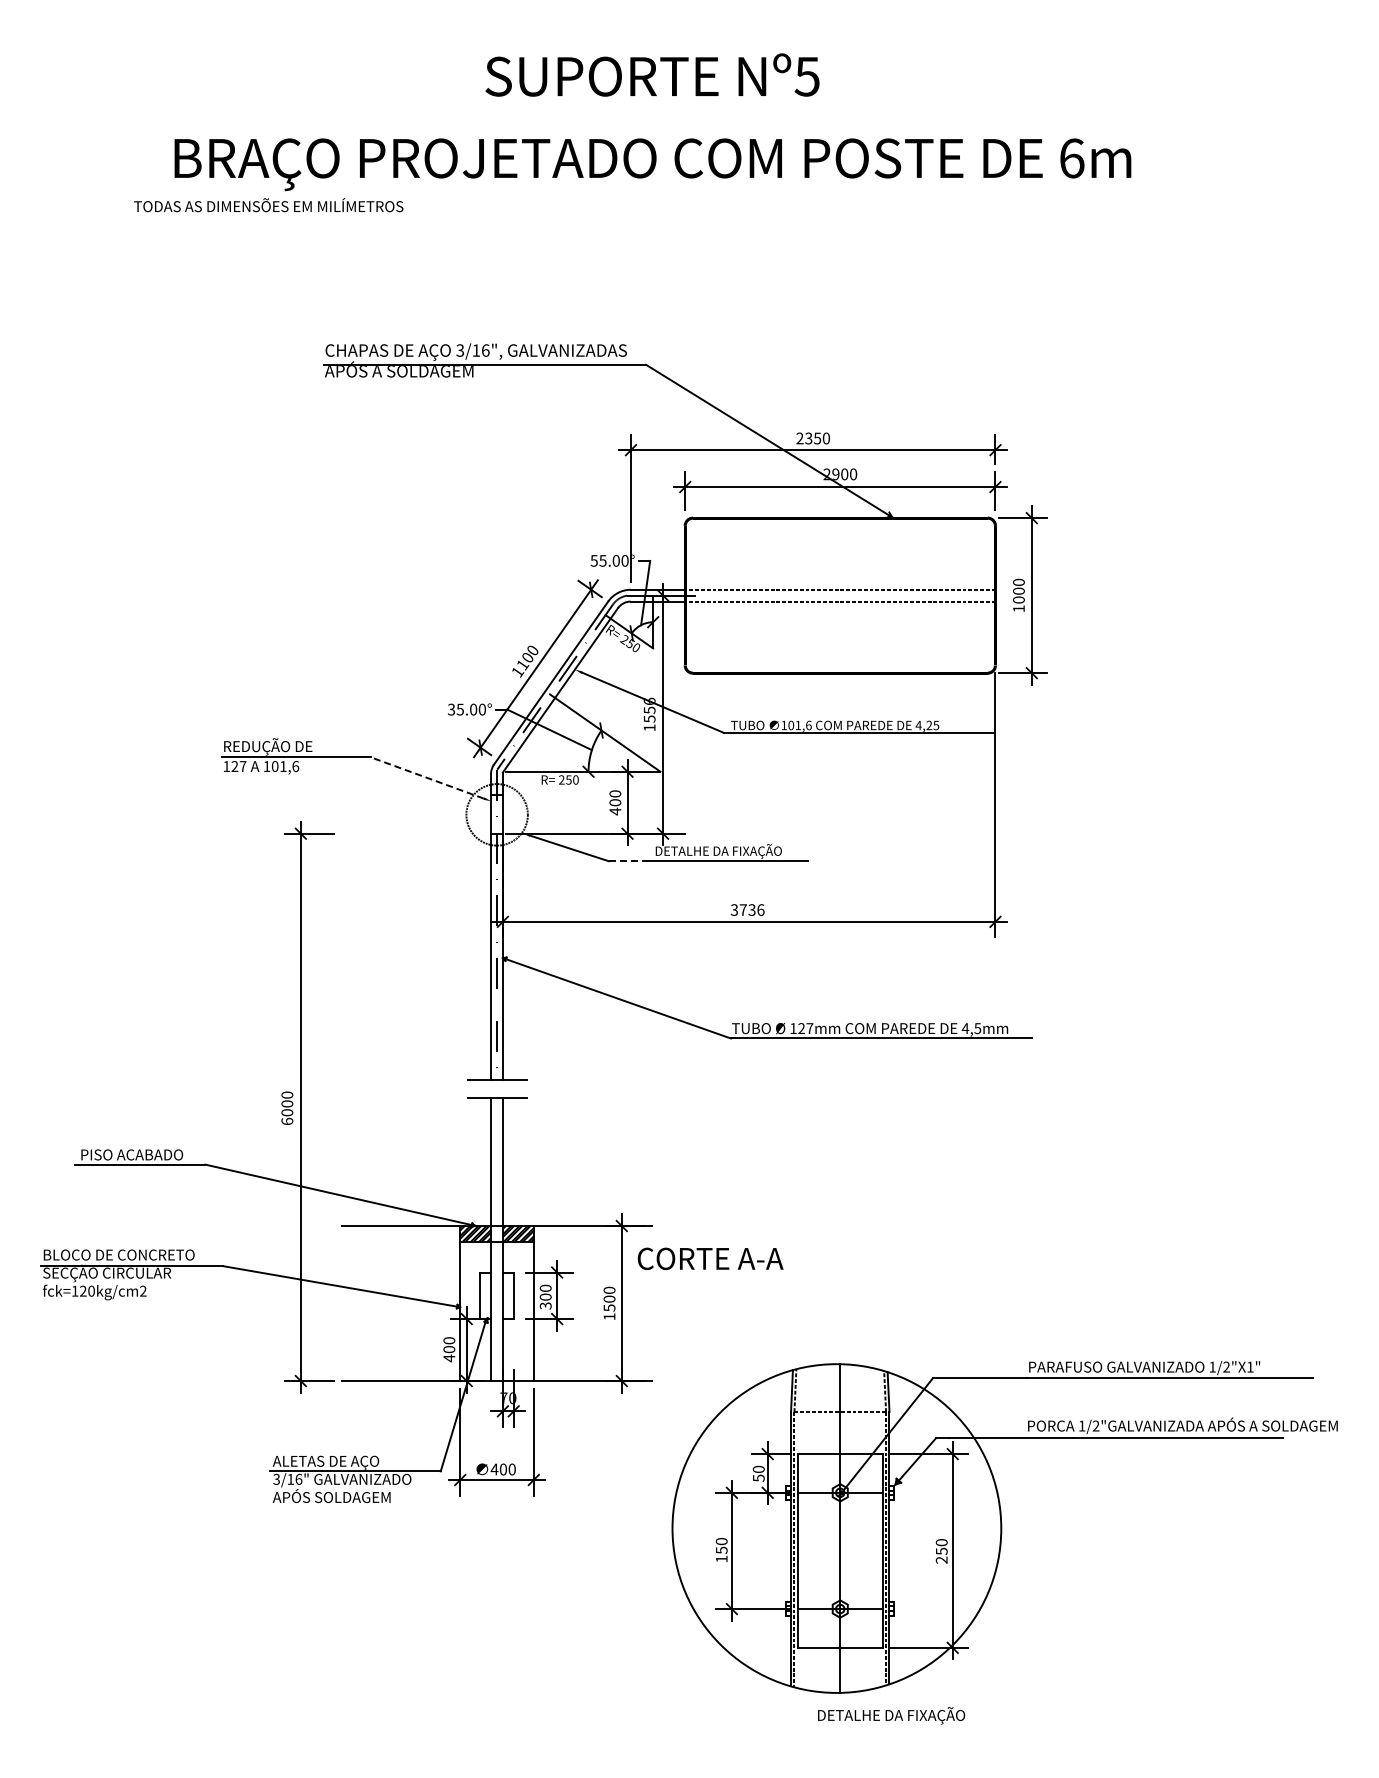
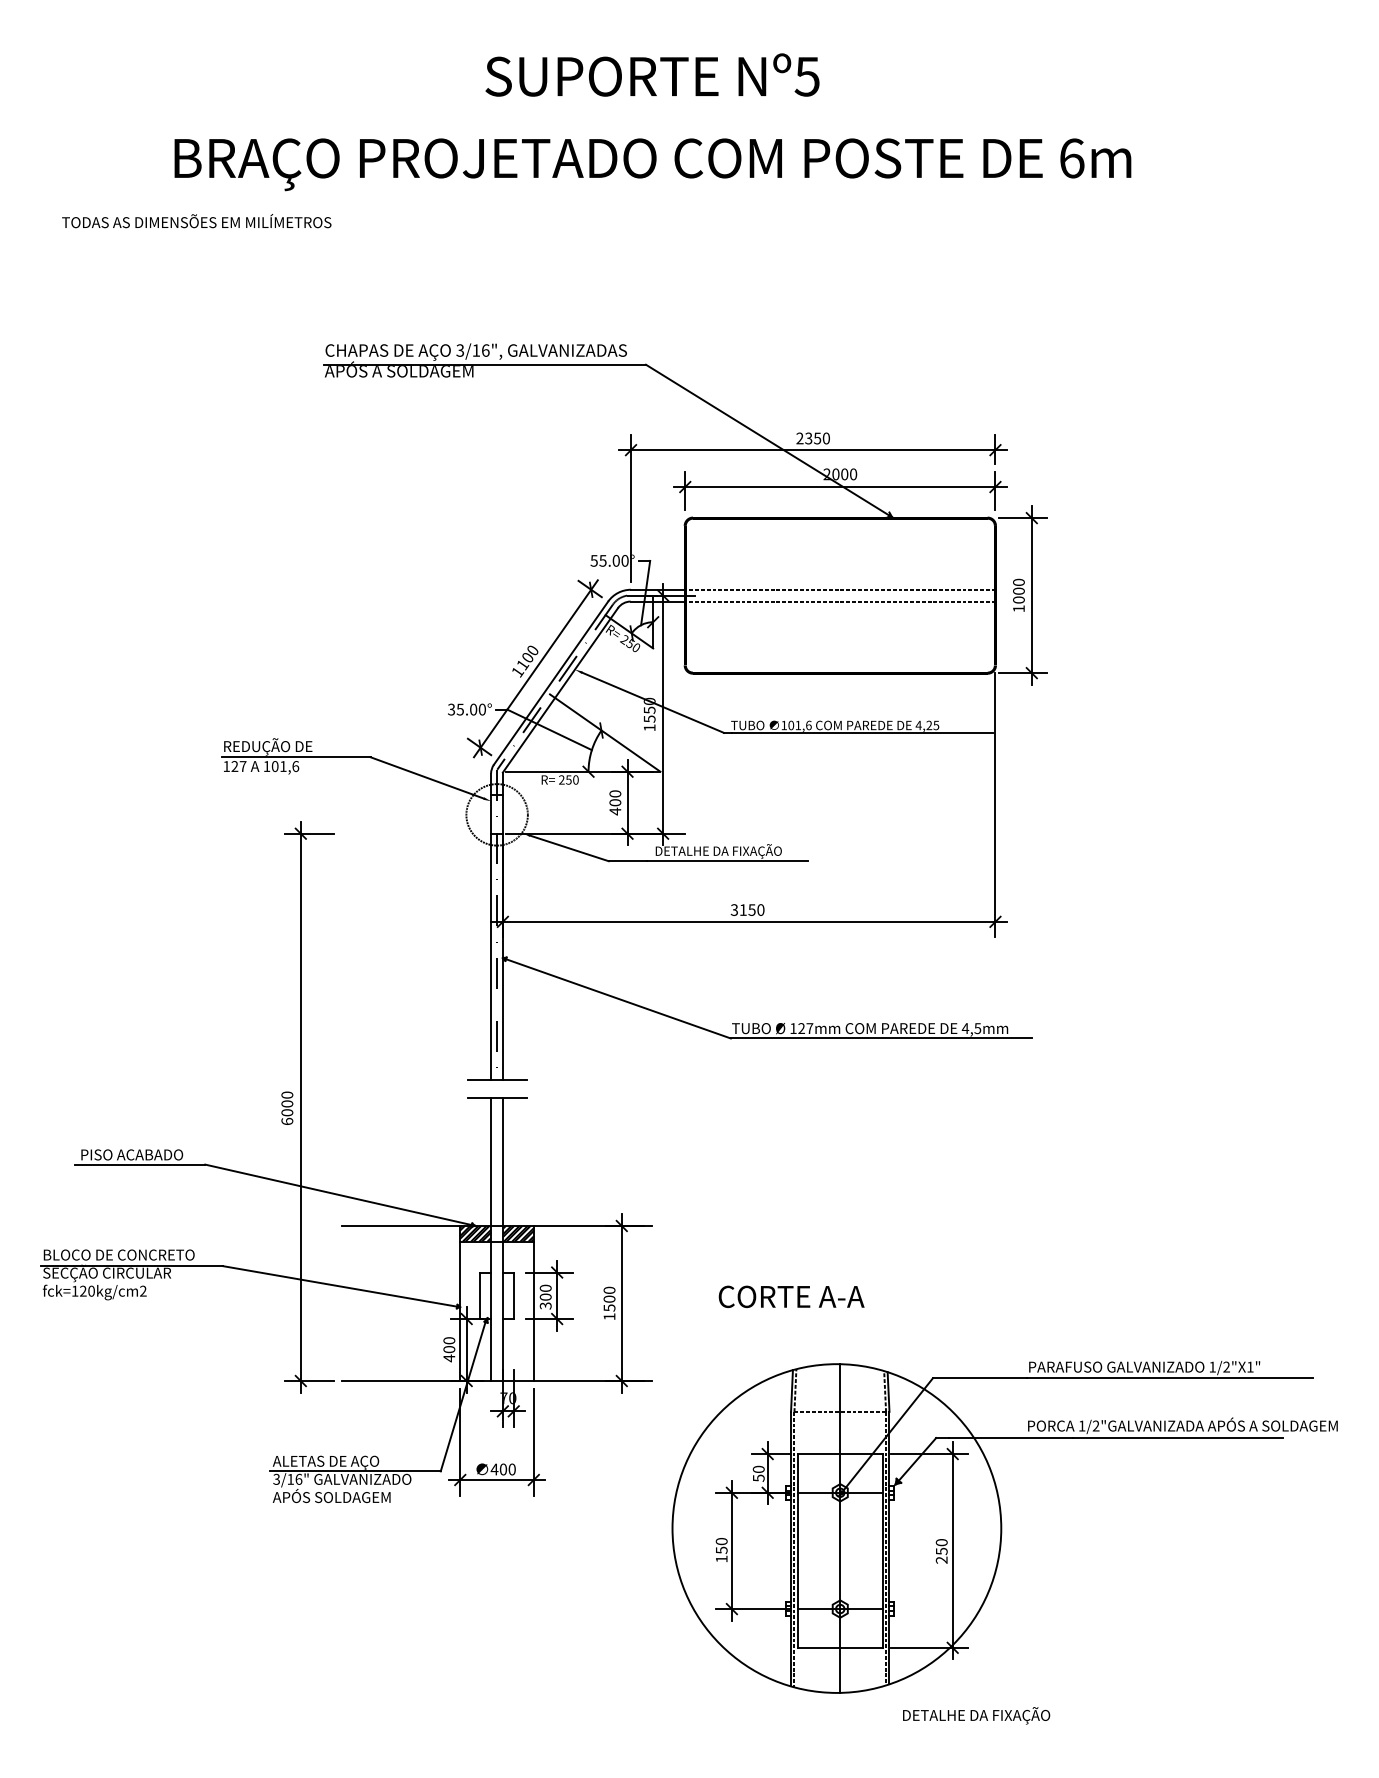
text at (268, 205) position: (268, 205) -> (196, 221)
text at (835, 474): 2900 -> 2000
text at (649, 700): 1556 -> 1550
line at (426, 777): dashed -> solid
line at (628, 861): dashed -> solid
text at (751, 909): 3736 -> 3150
text at (710, 1258) position: (710, 1258) -> (791, 1296)
text at (891, 1715) position: (891, 1715) -> (976, 1715)
